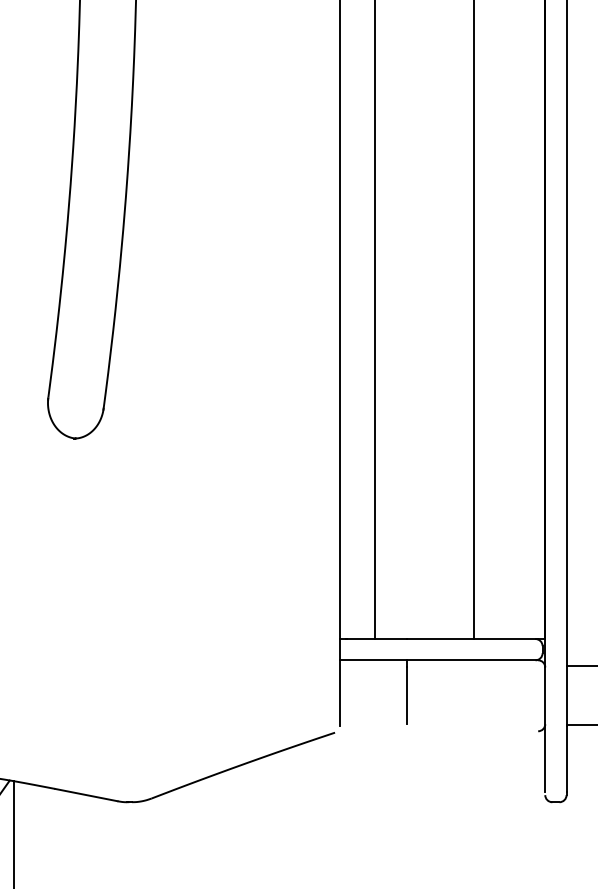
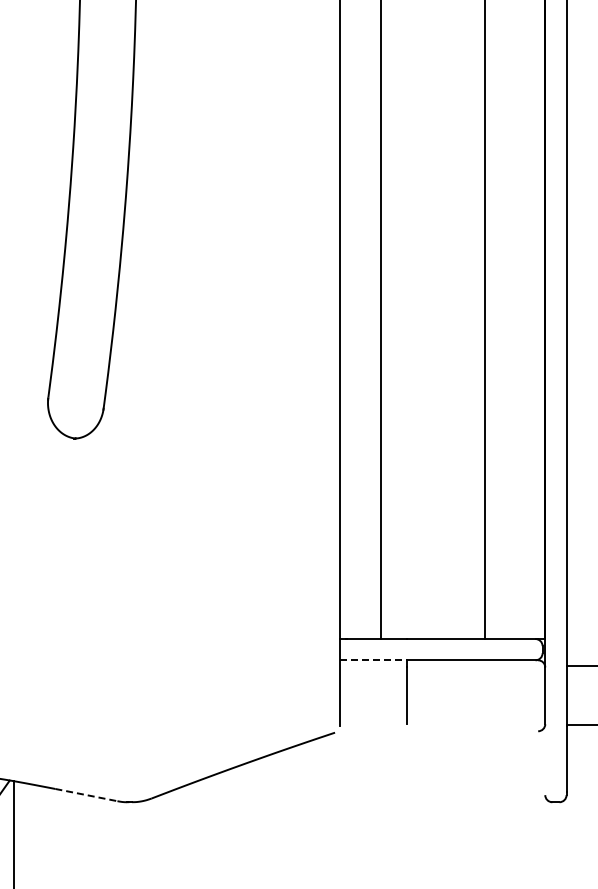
line at (375, 320) position: (375, 320) -> (381, 320)
line at (474, 320) position: (474, 320) -> (485, 320)
line at (373, 660): solid -> dashed
line at (545, 758): present -> none
line at (86, 795): solid -> dashed
